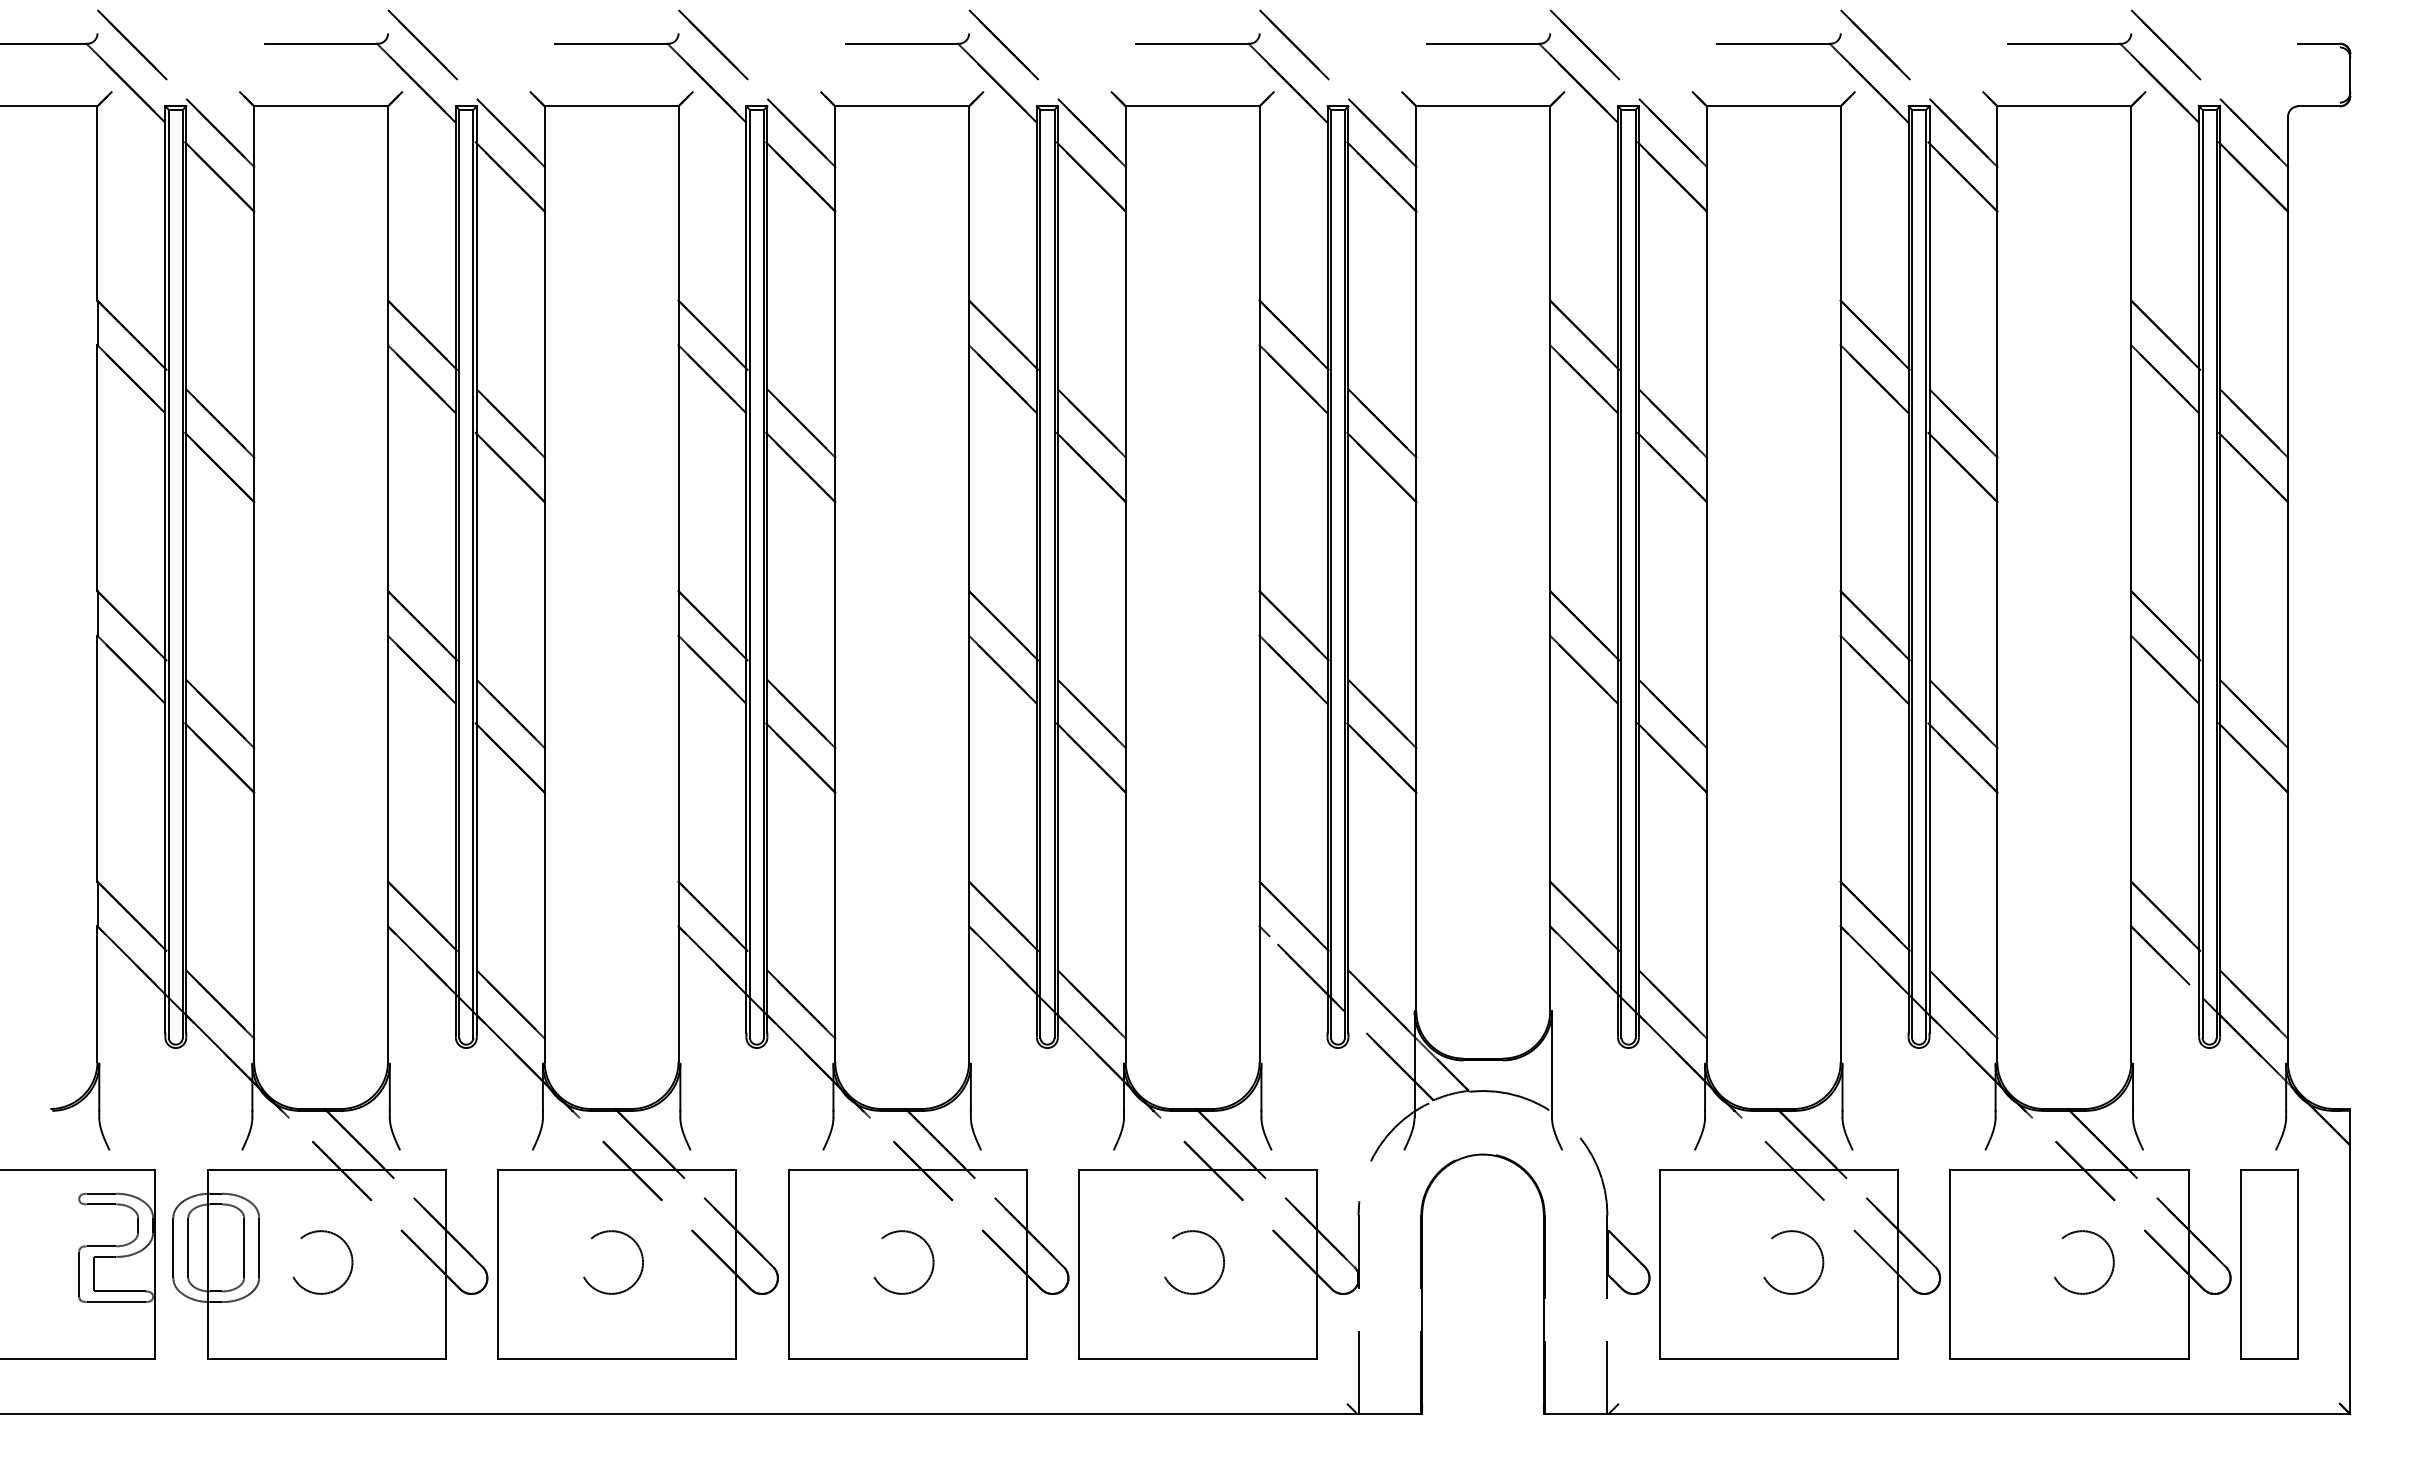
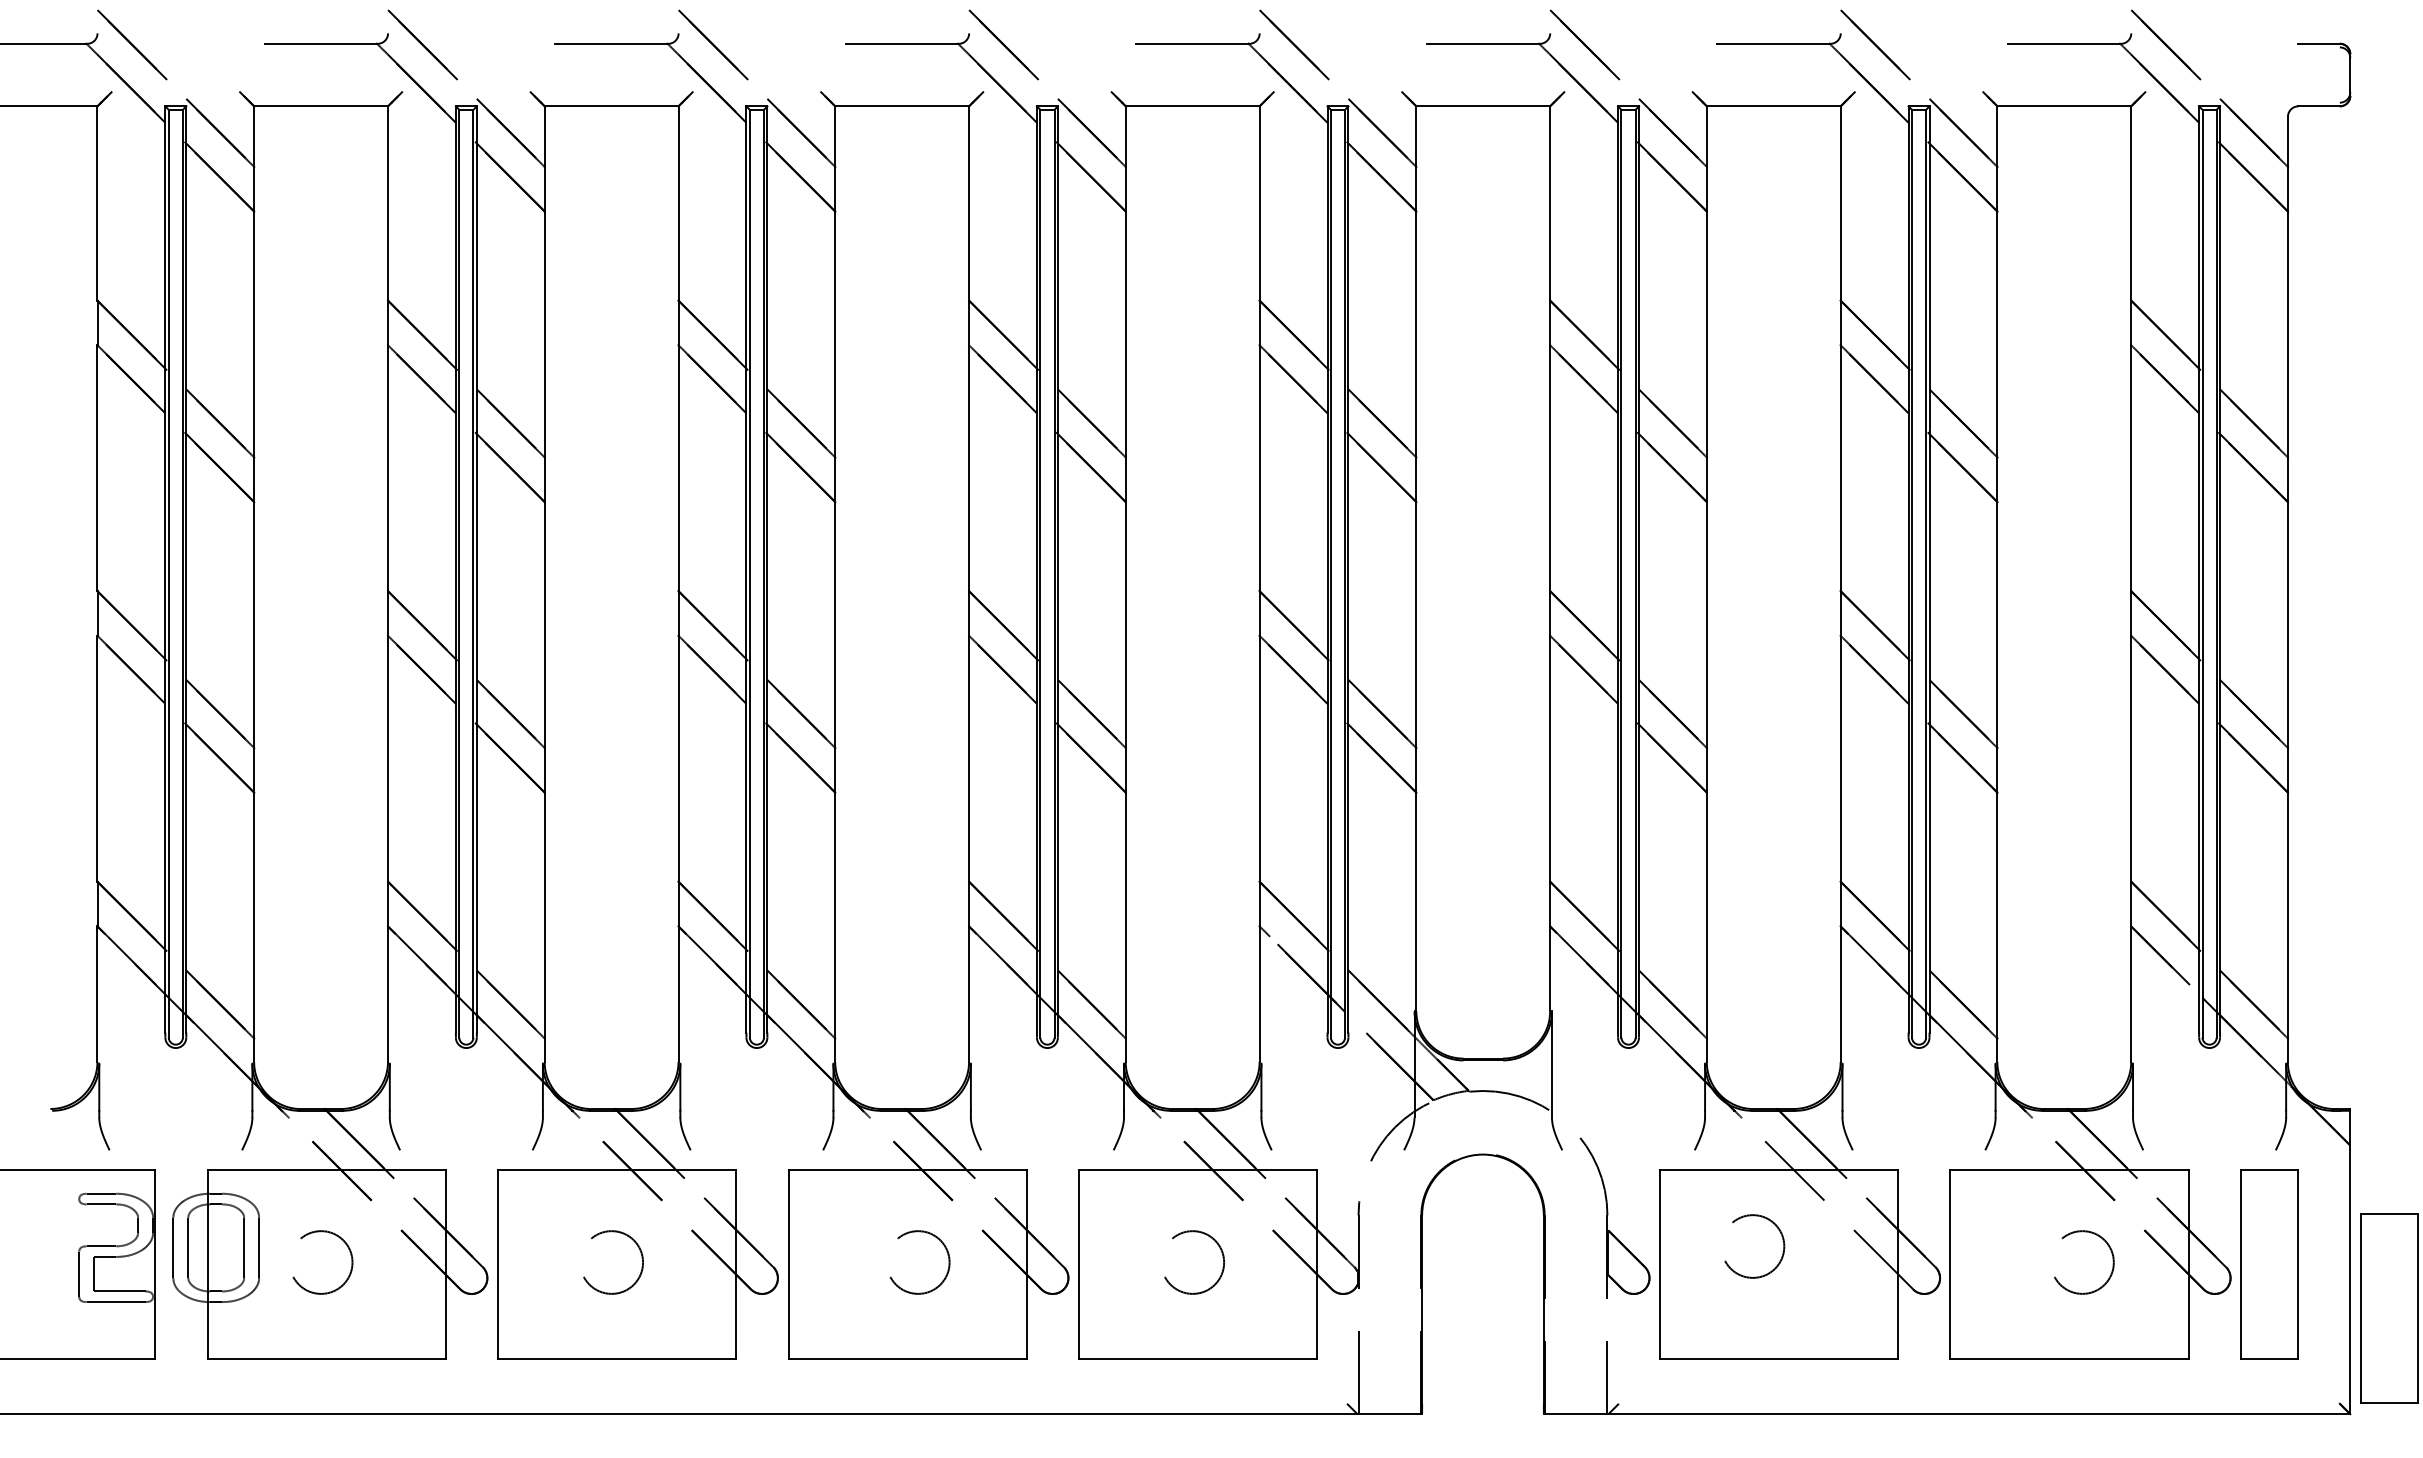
circle at (903, 1262) position: (903, 1262) -> (919, 1262)
circle at (1793, 1262) position: (1793, 1262) -> (1754, 1246)
part at (2389, 1308): none -> present
